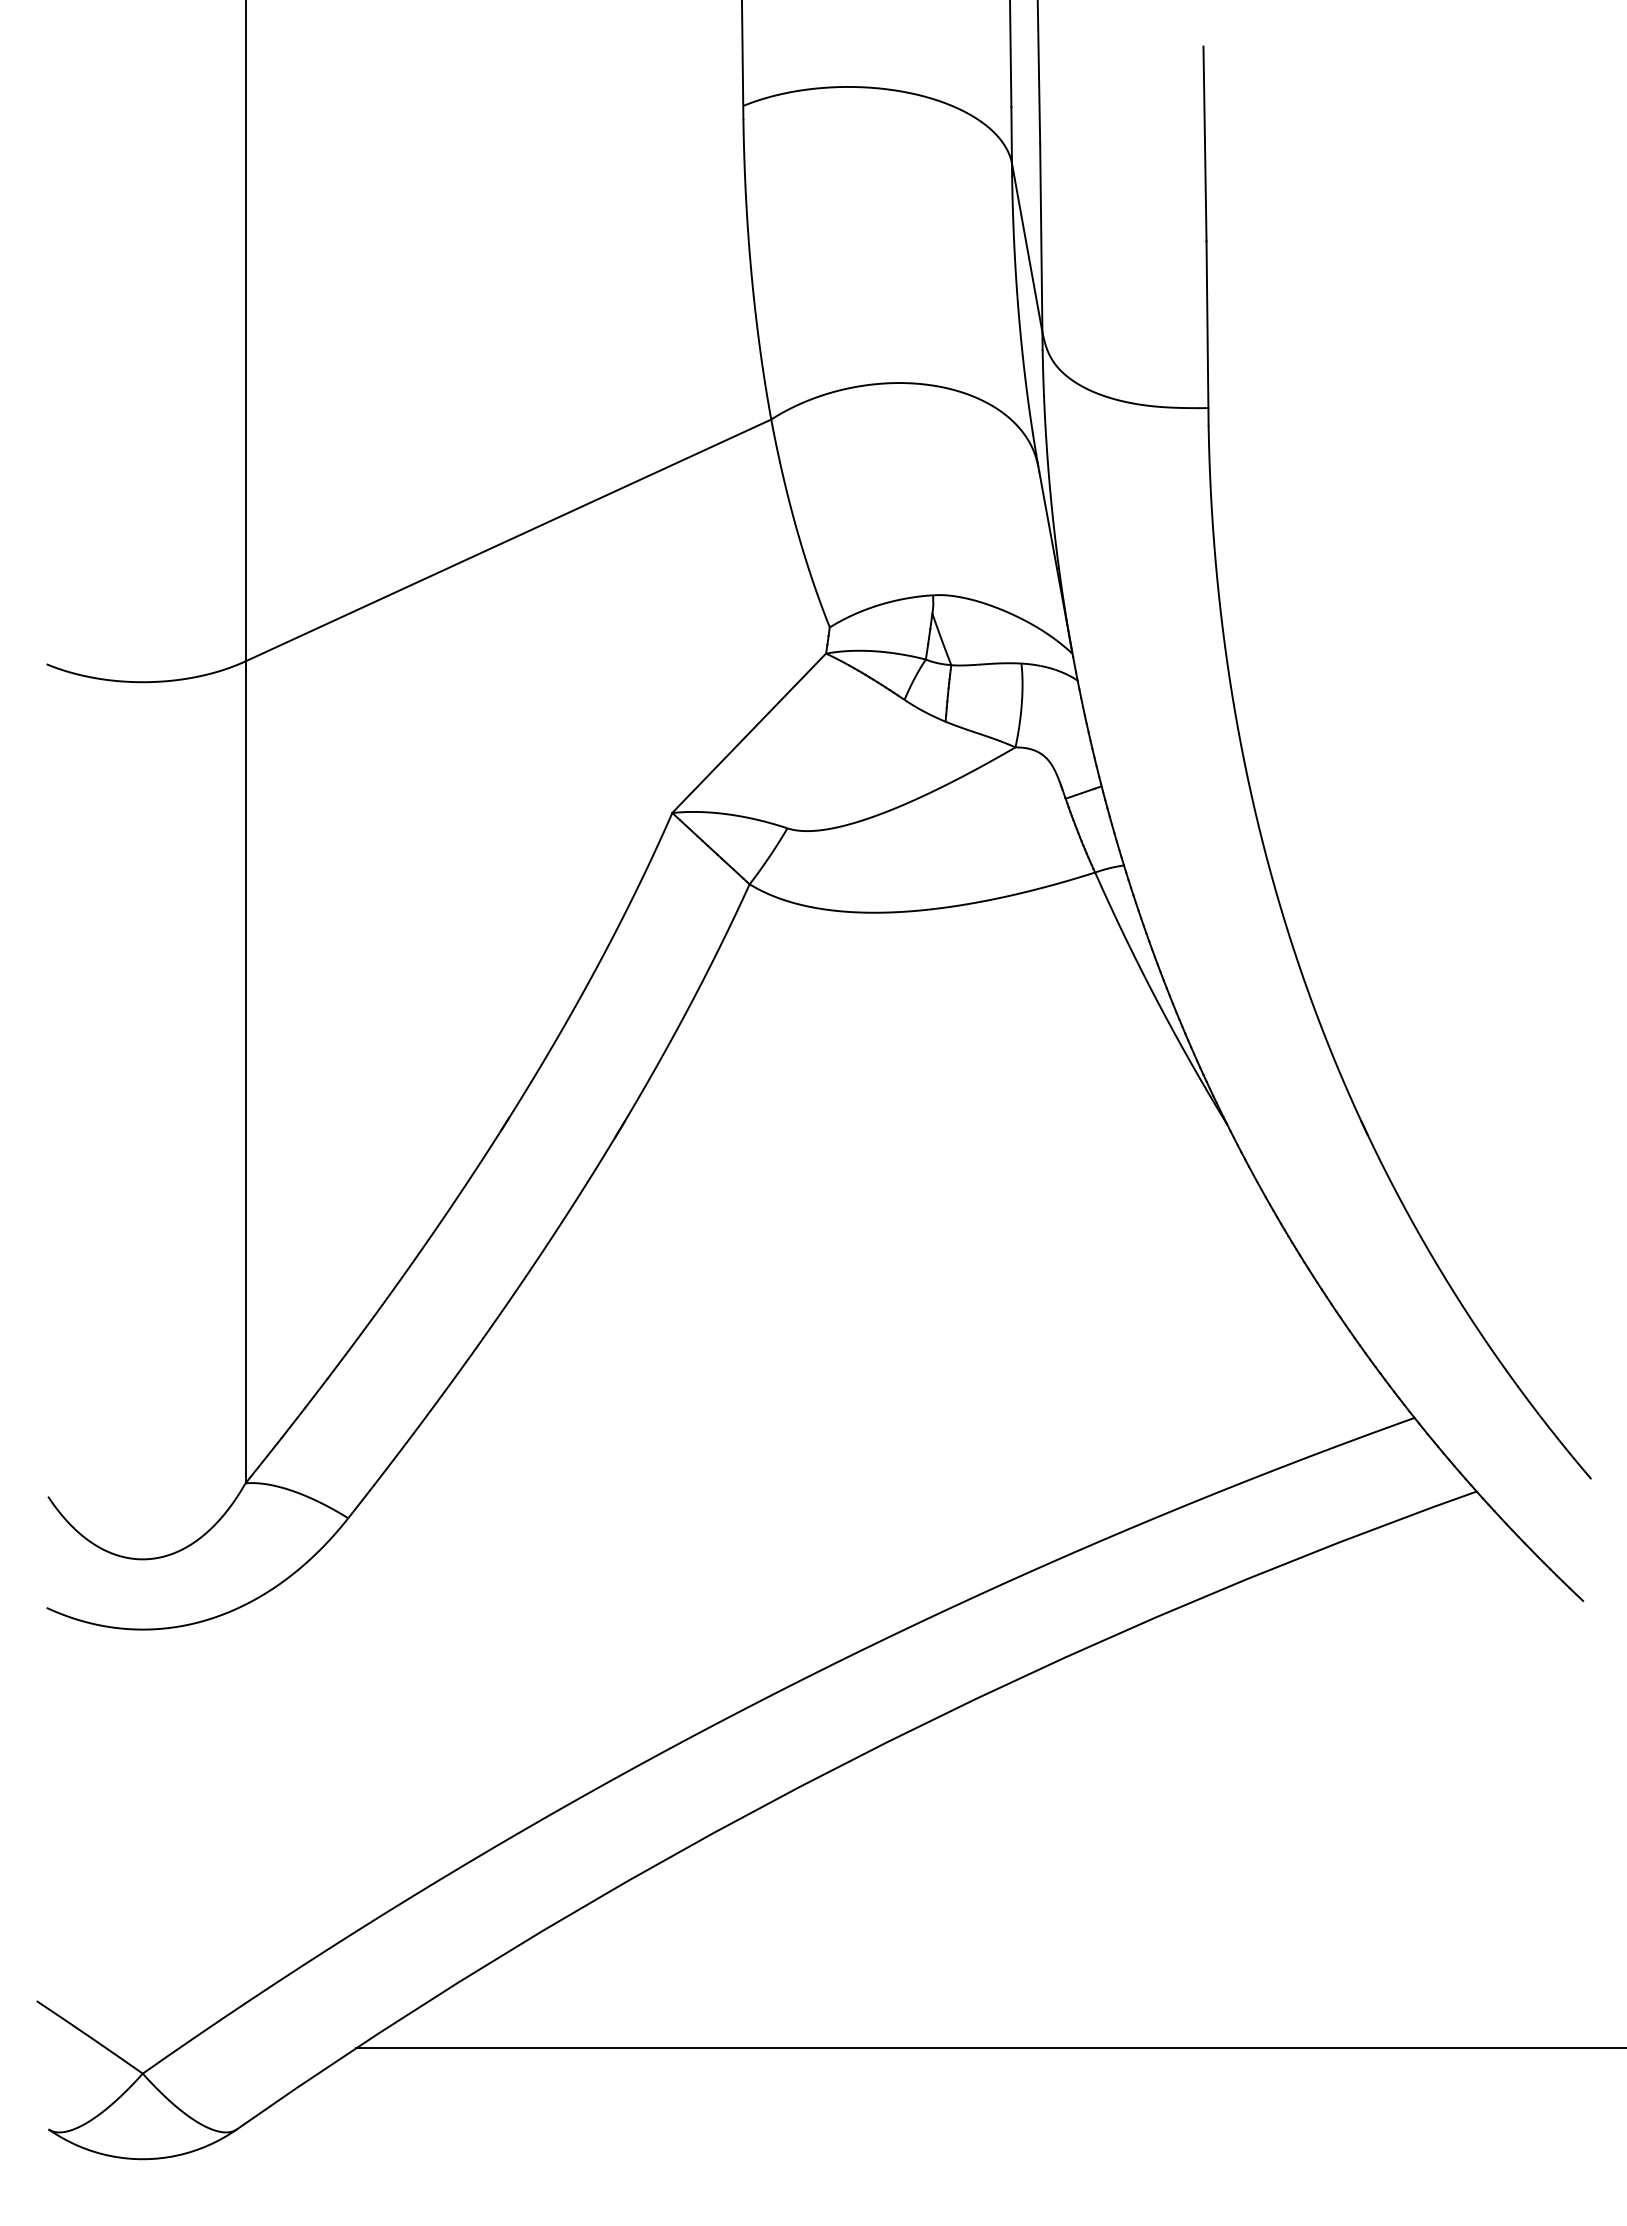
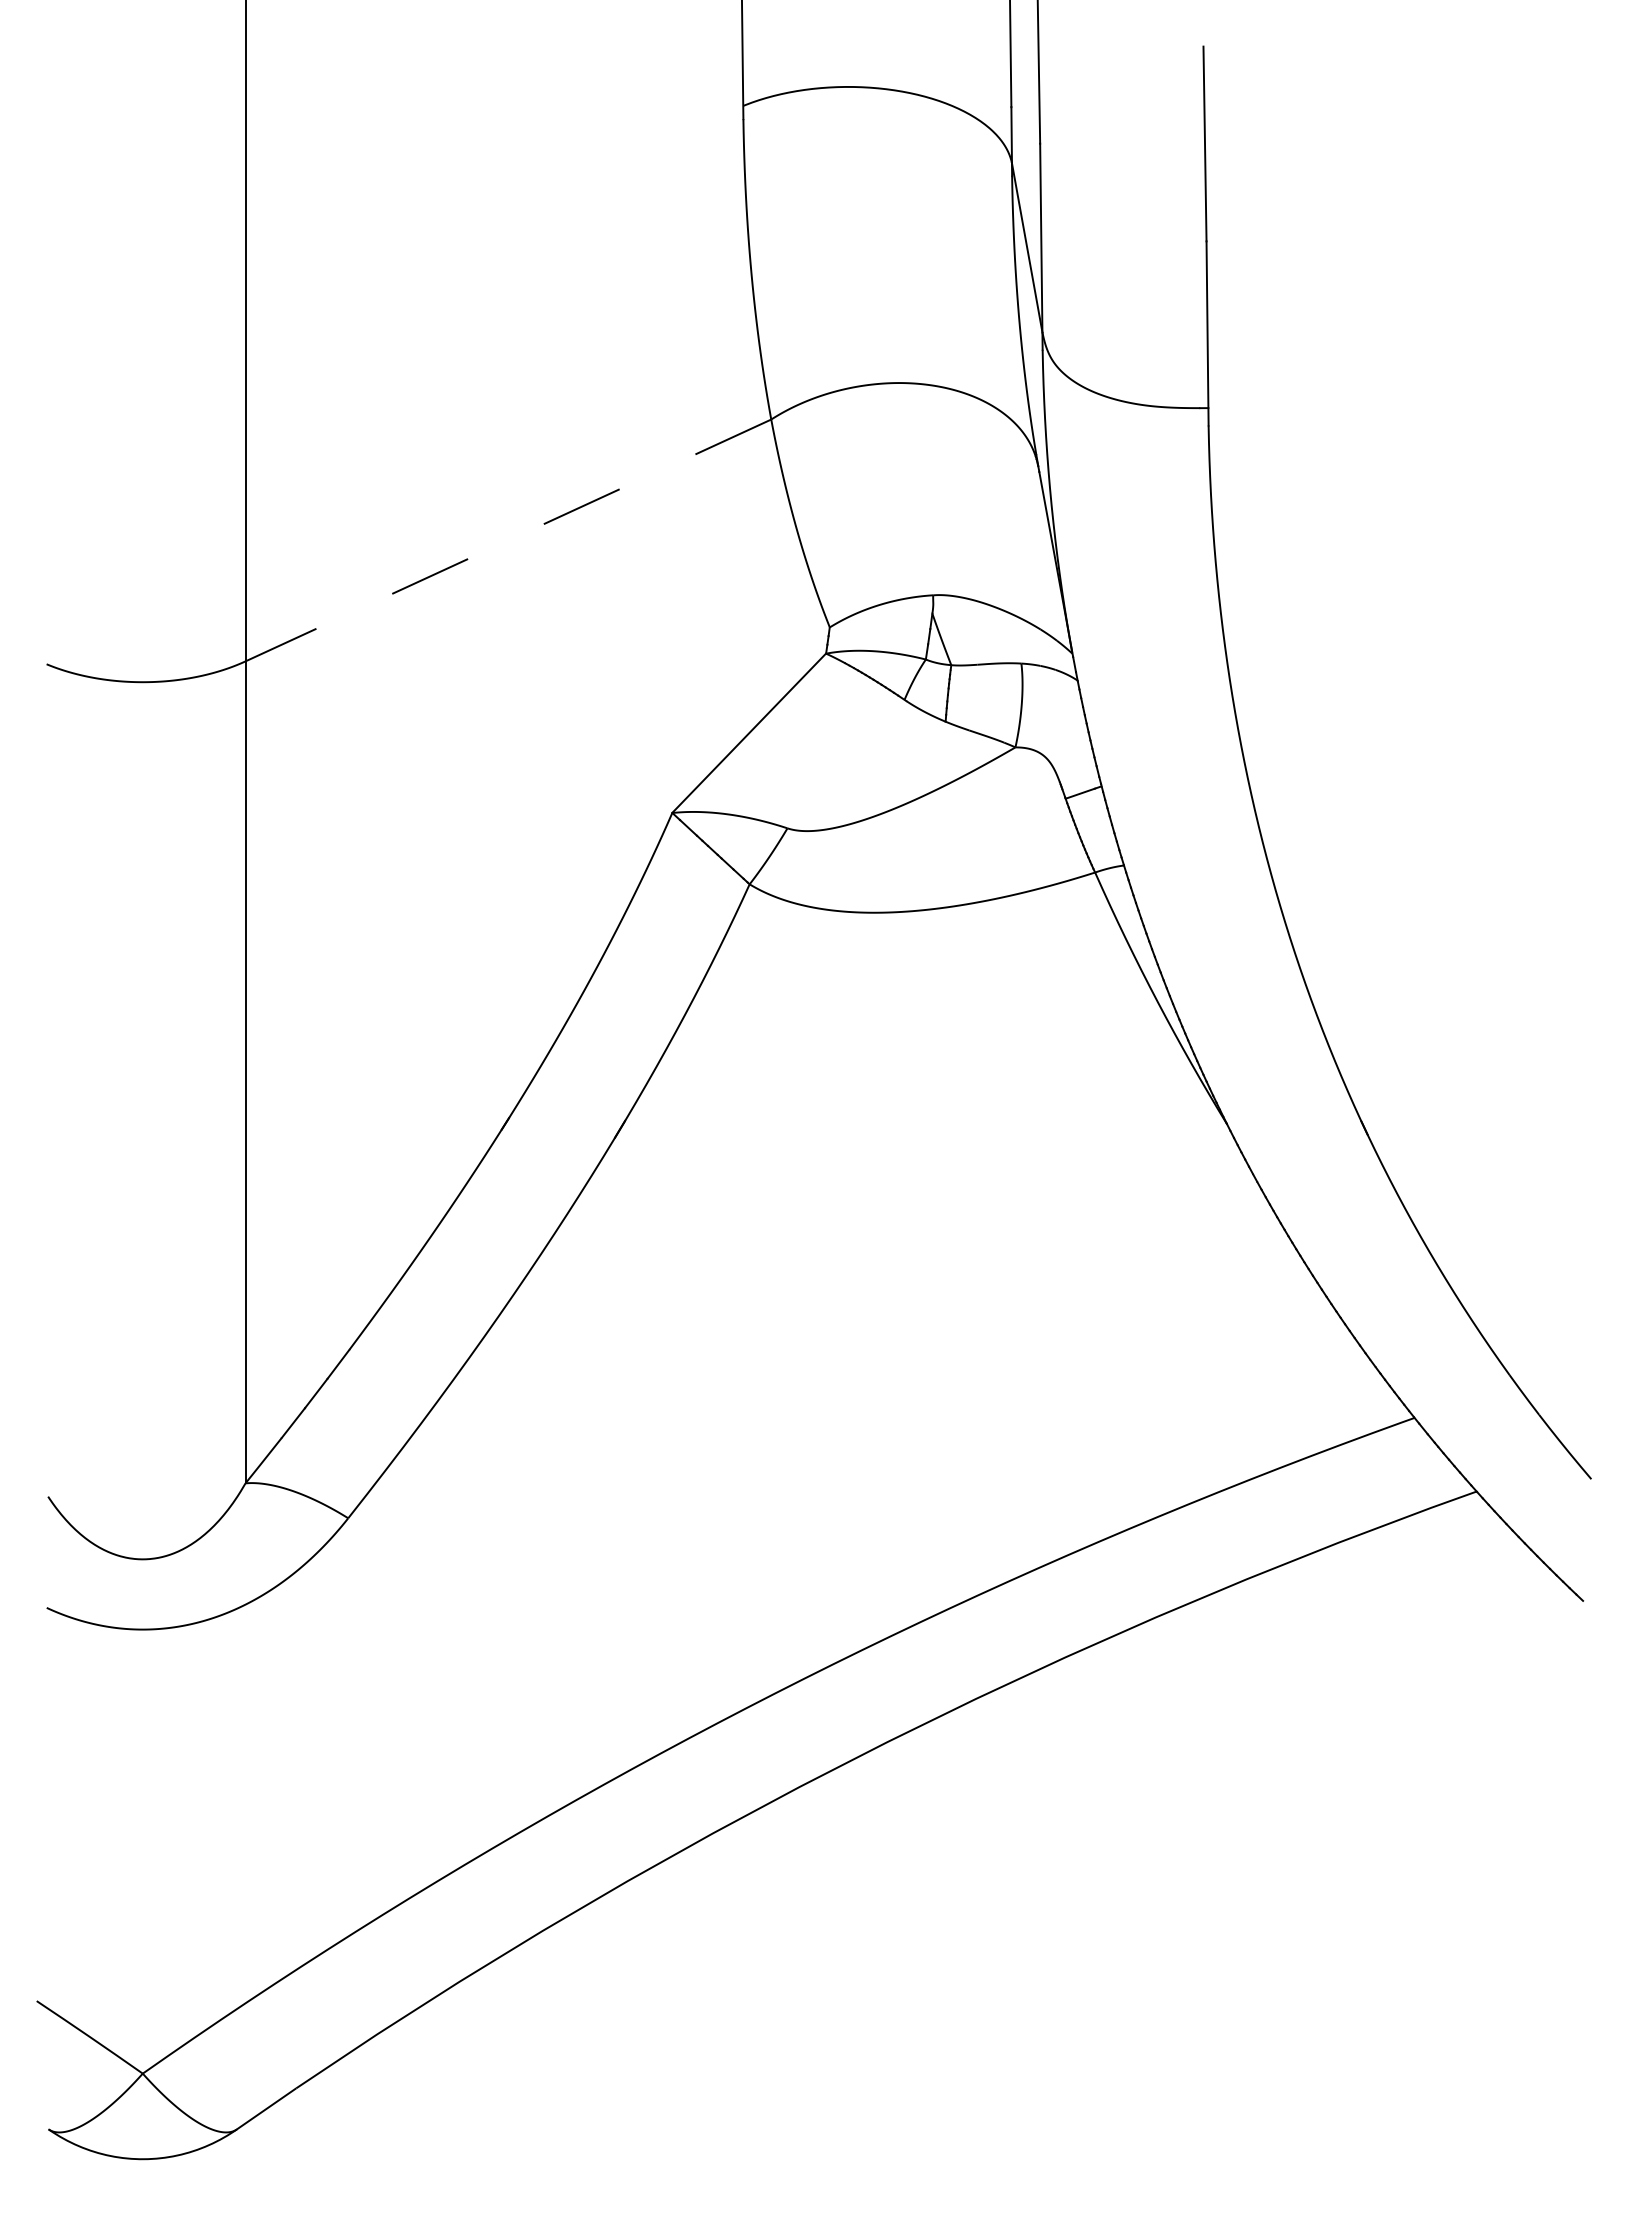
line at (507, 540): solid -> dashed
line at (989, 2048): present -> none
